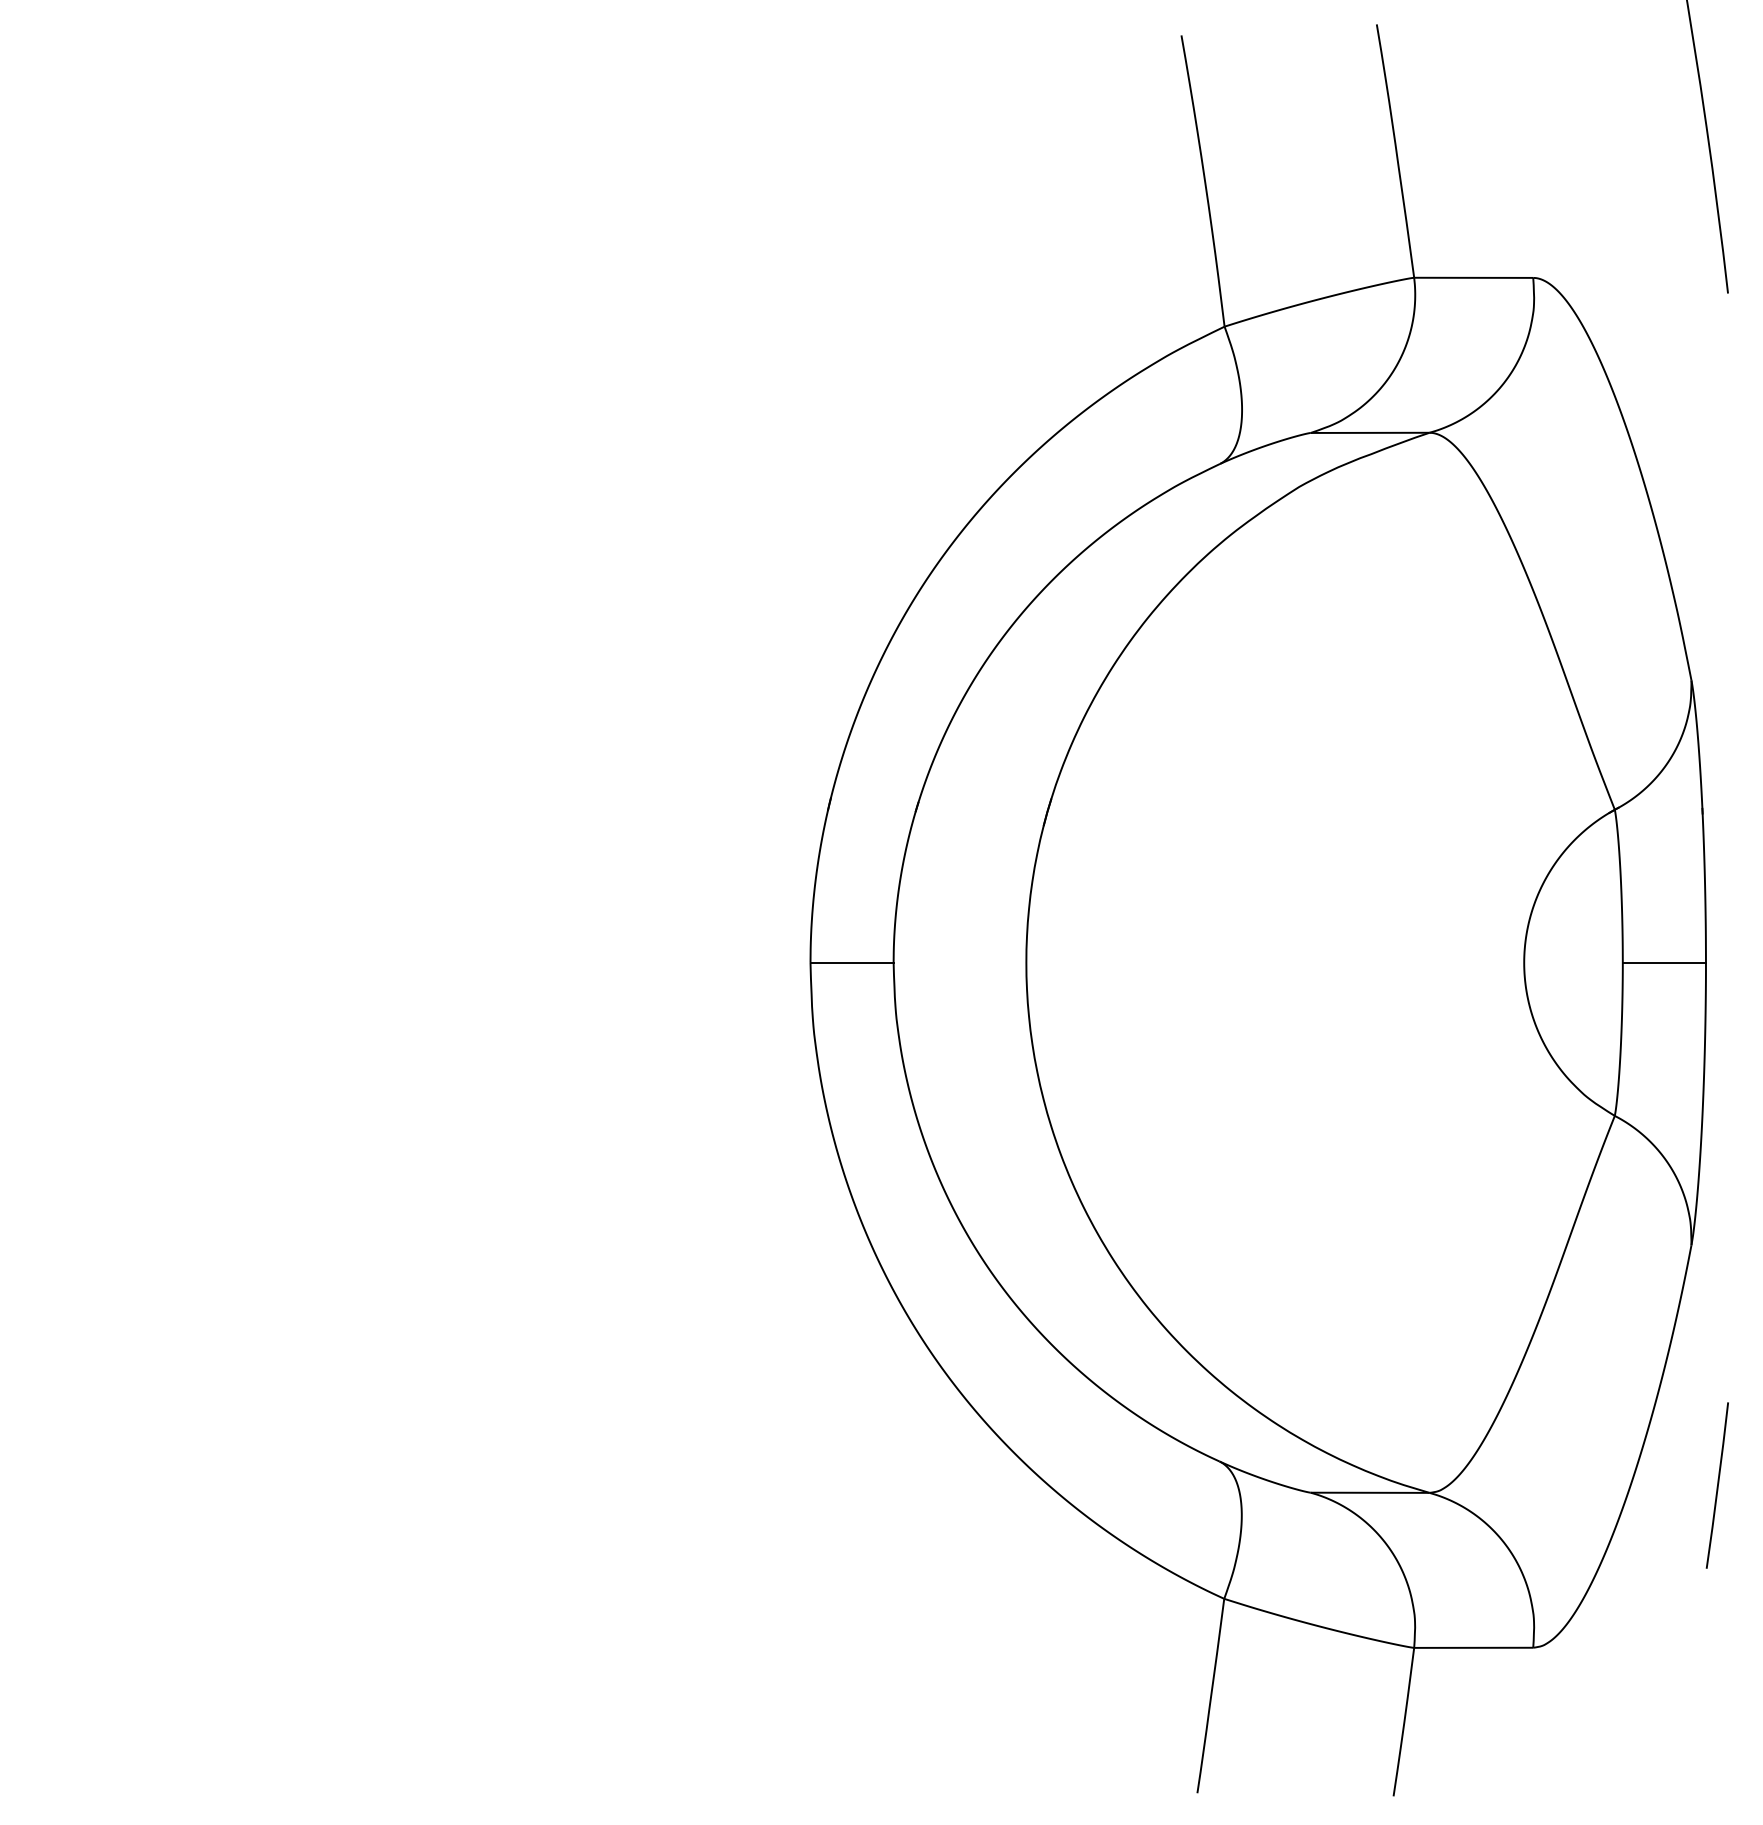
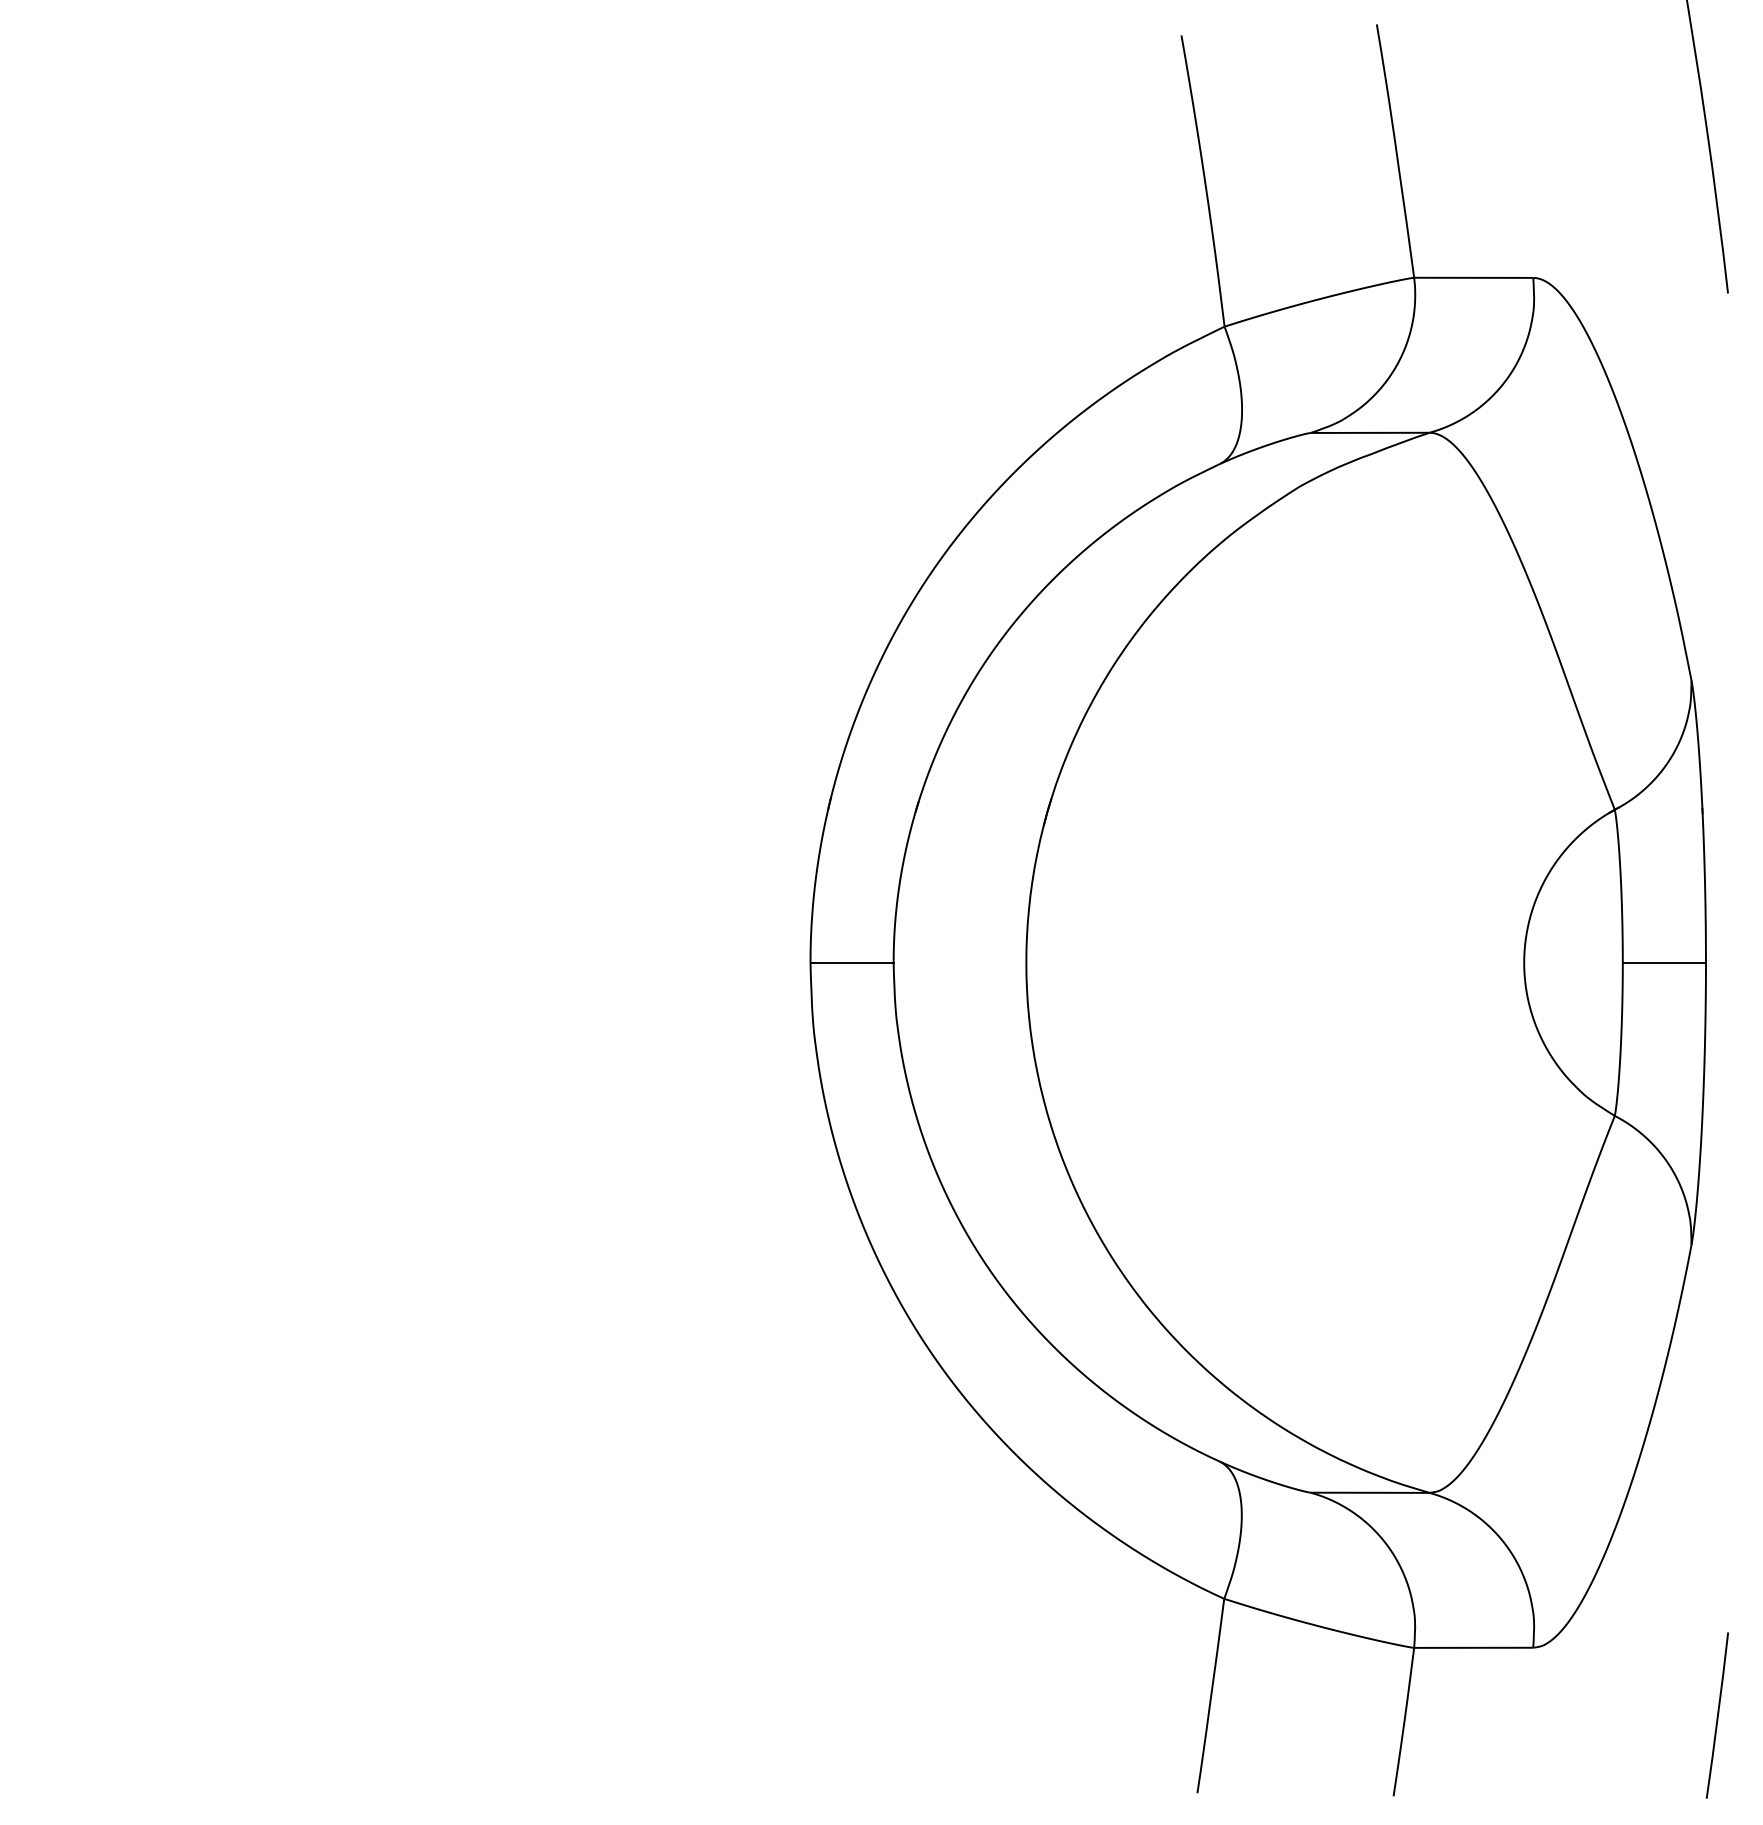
line at (1717, 1485) position: (1717, 1485) -> (1717, 1715)
